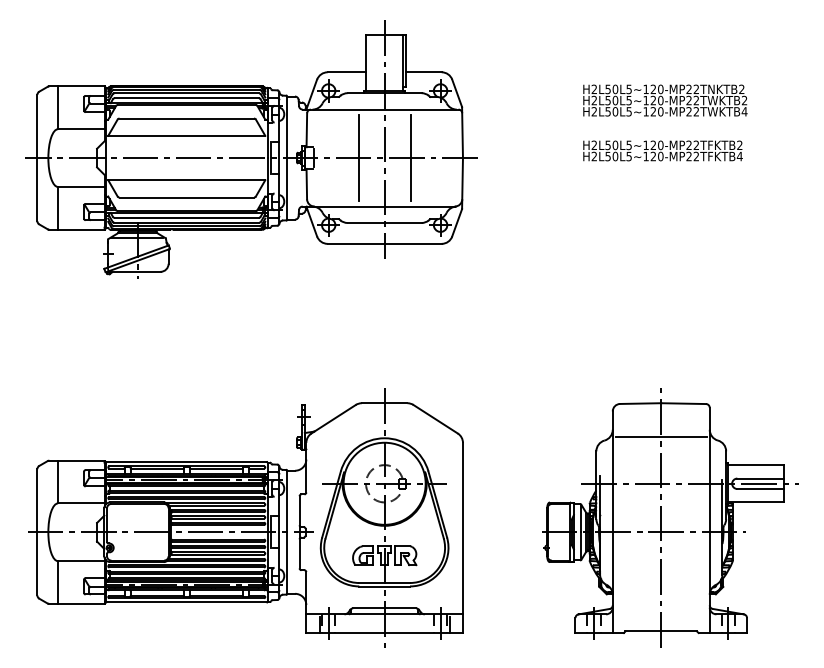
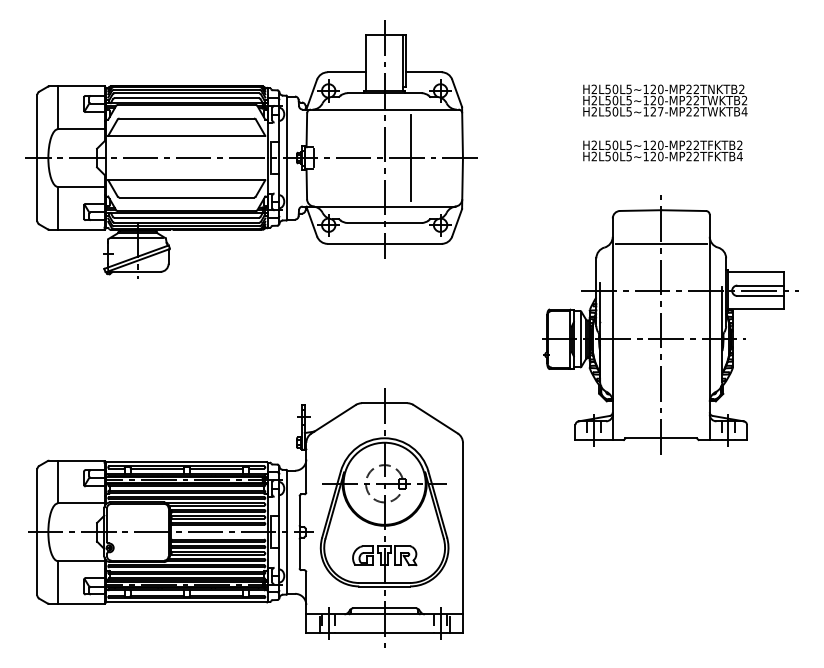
text at (660, 111): H2L50L5~120-MP22TWKTB4 -> H2L50L5~127-MP22TWKTB4
line at (358, 157): present -> none
part at (670, 517) position: (670, 517) -> (670, 324)
